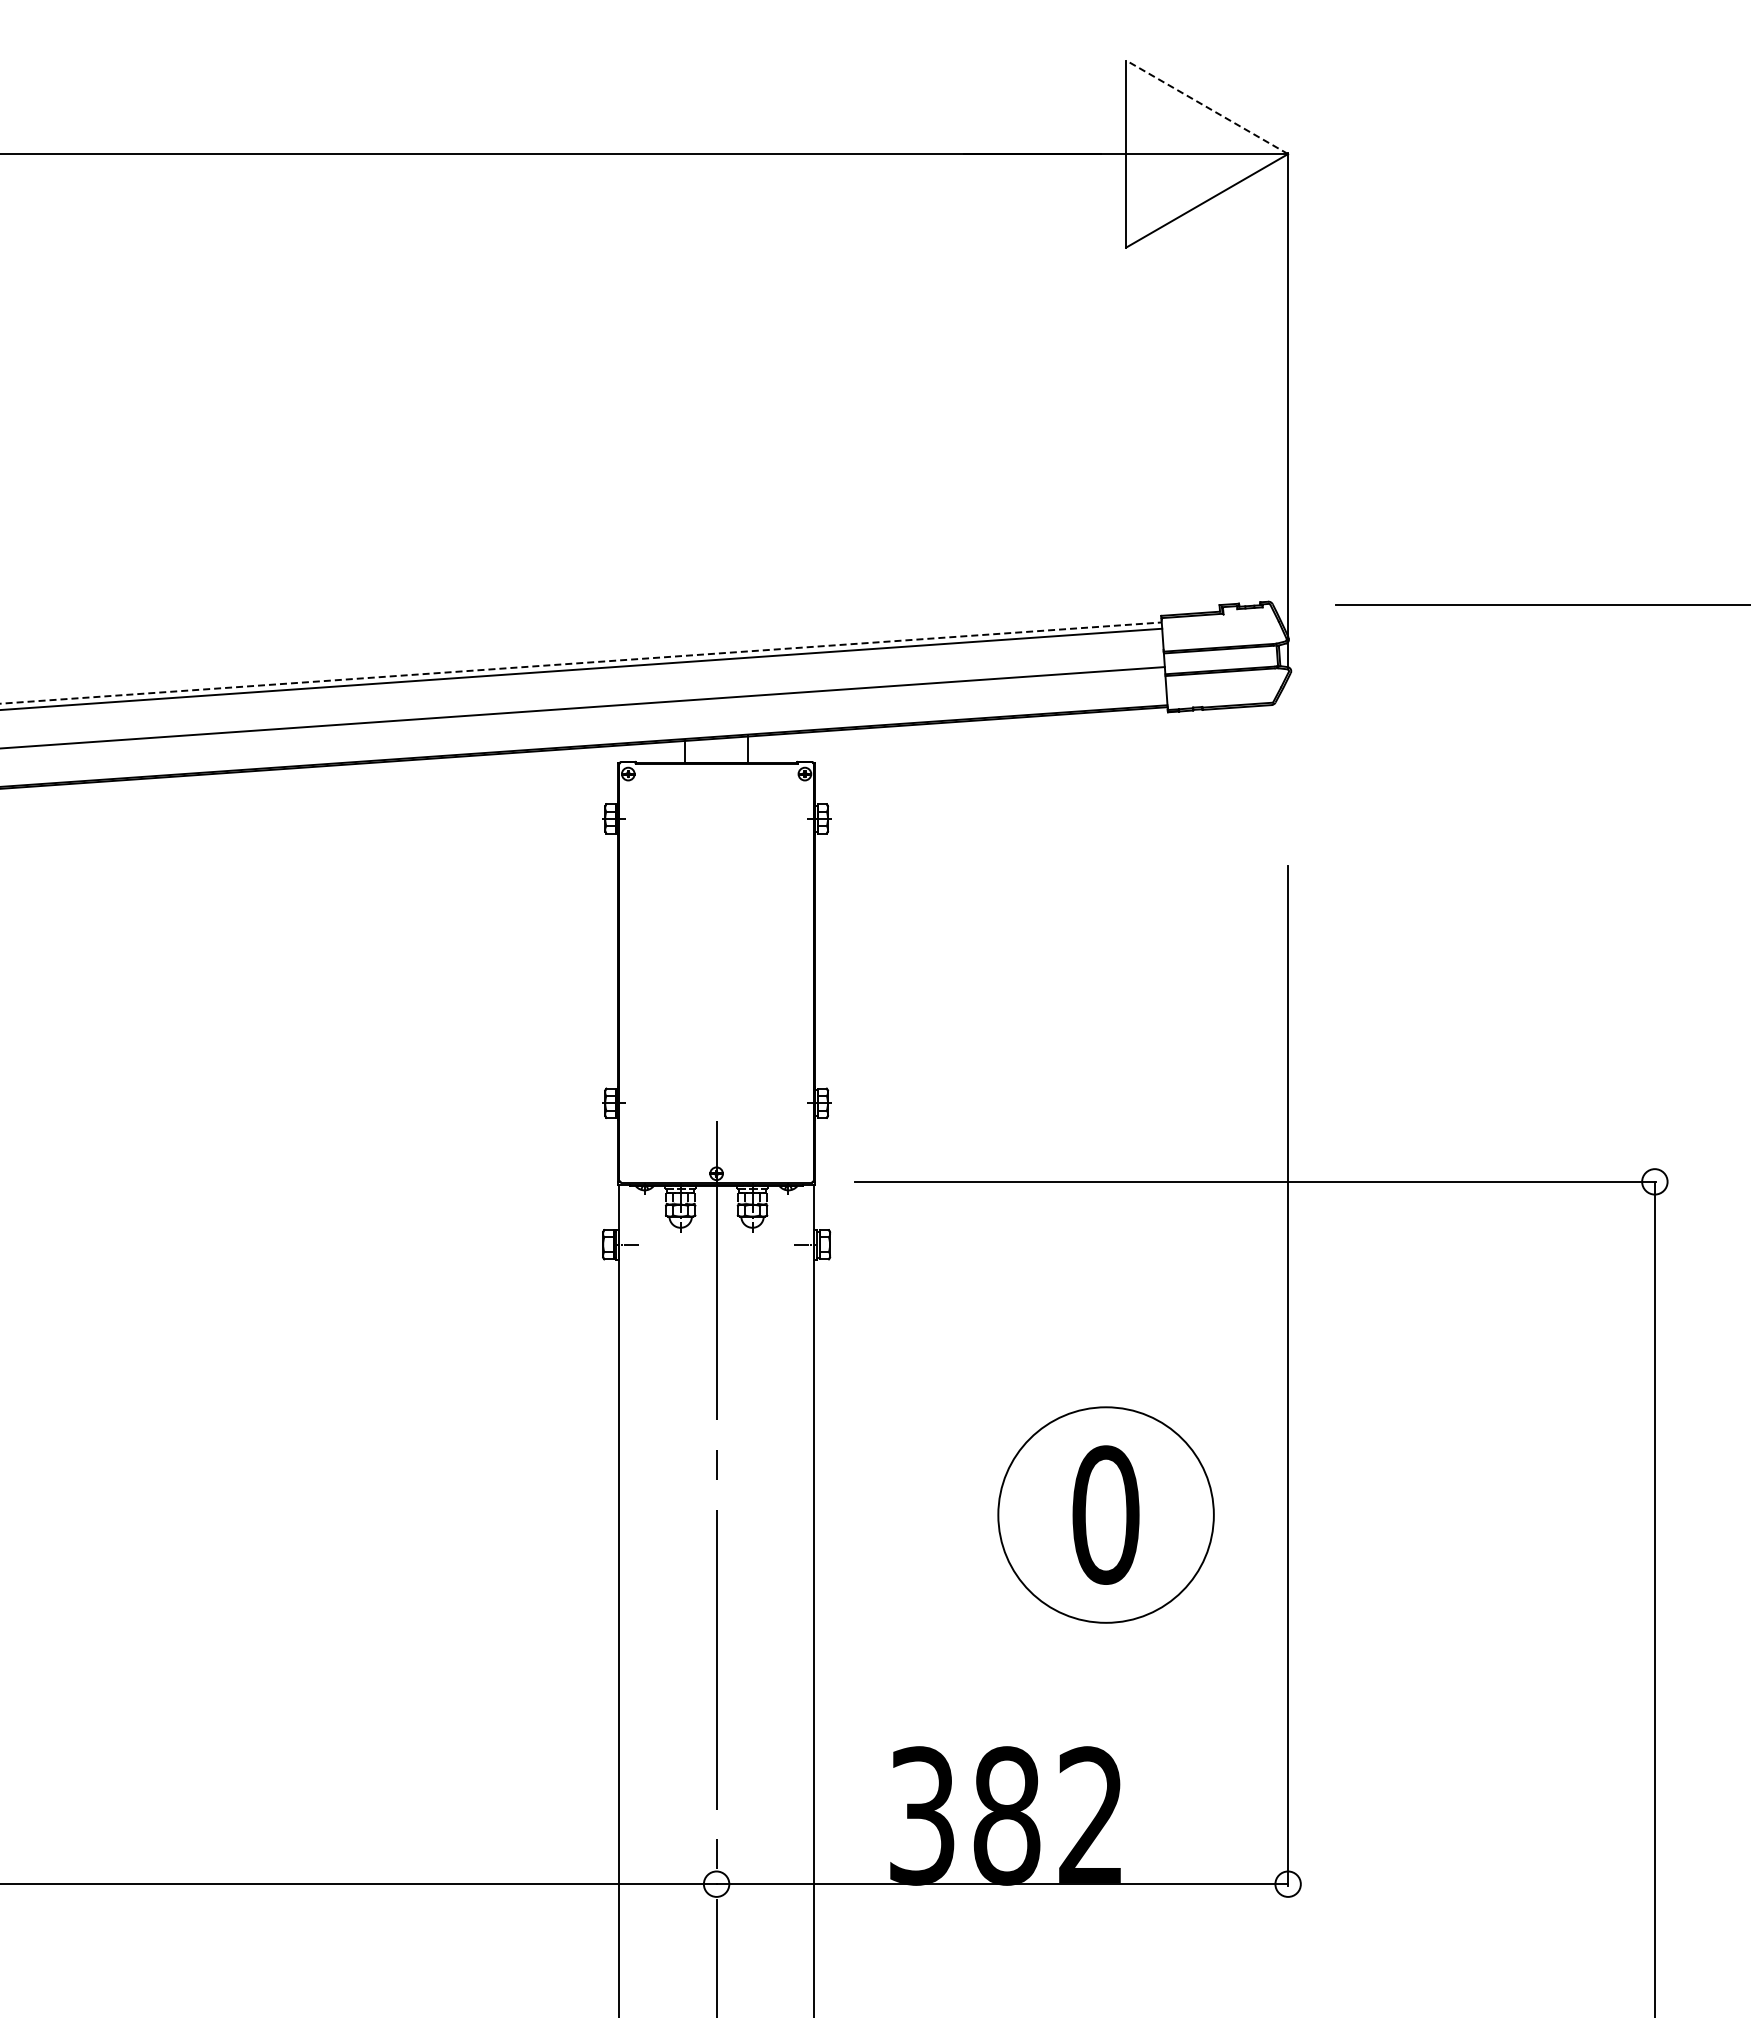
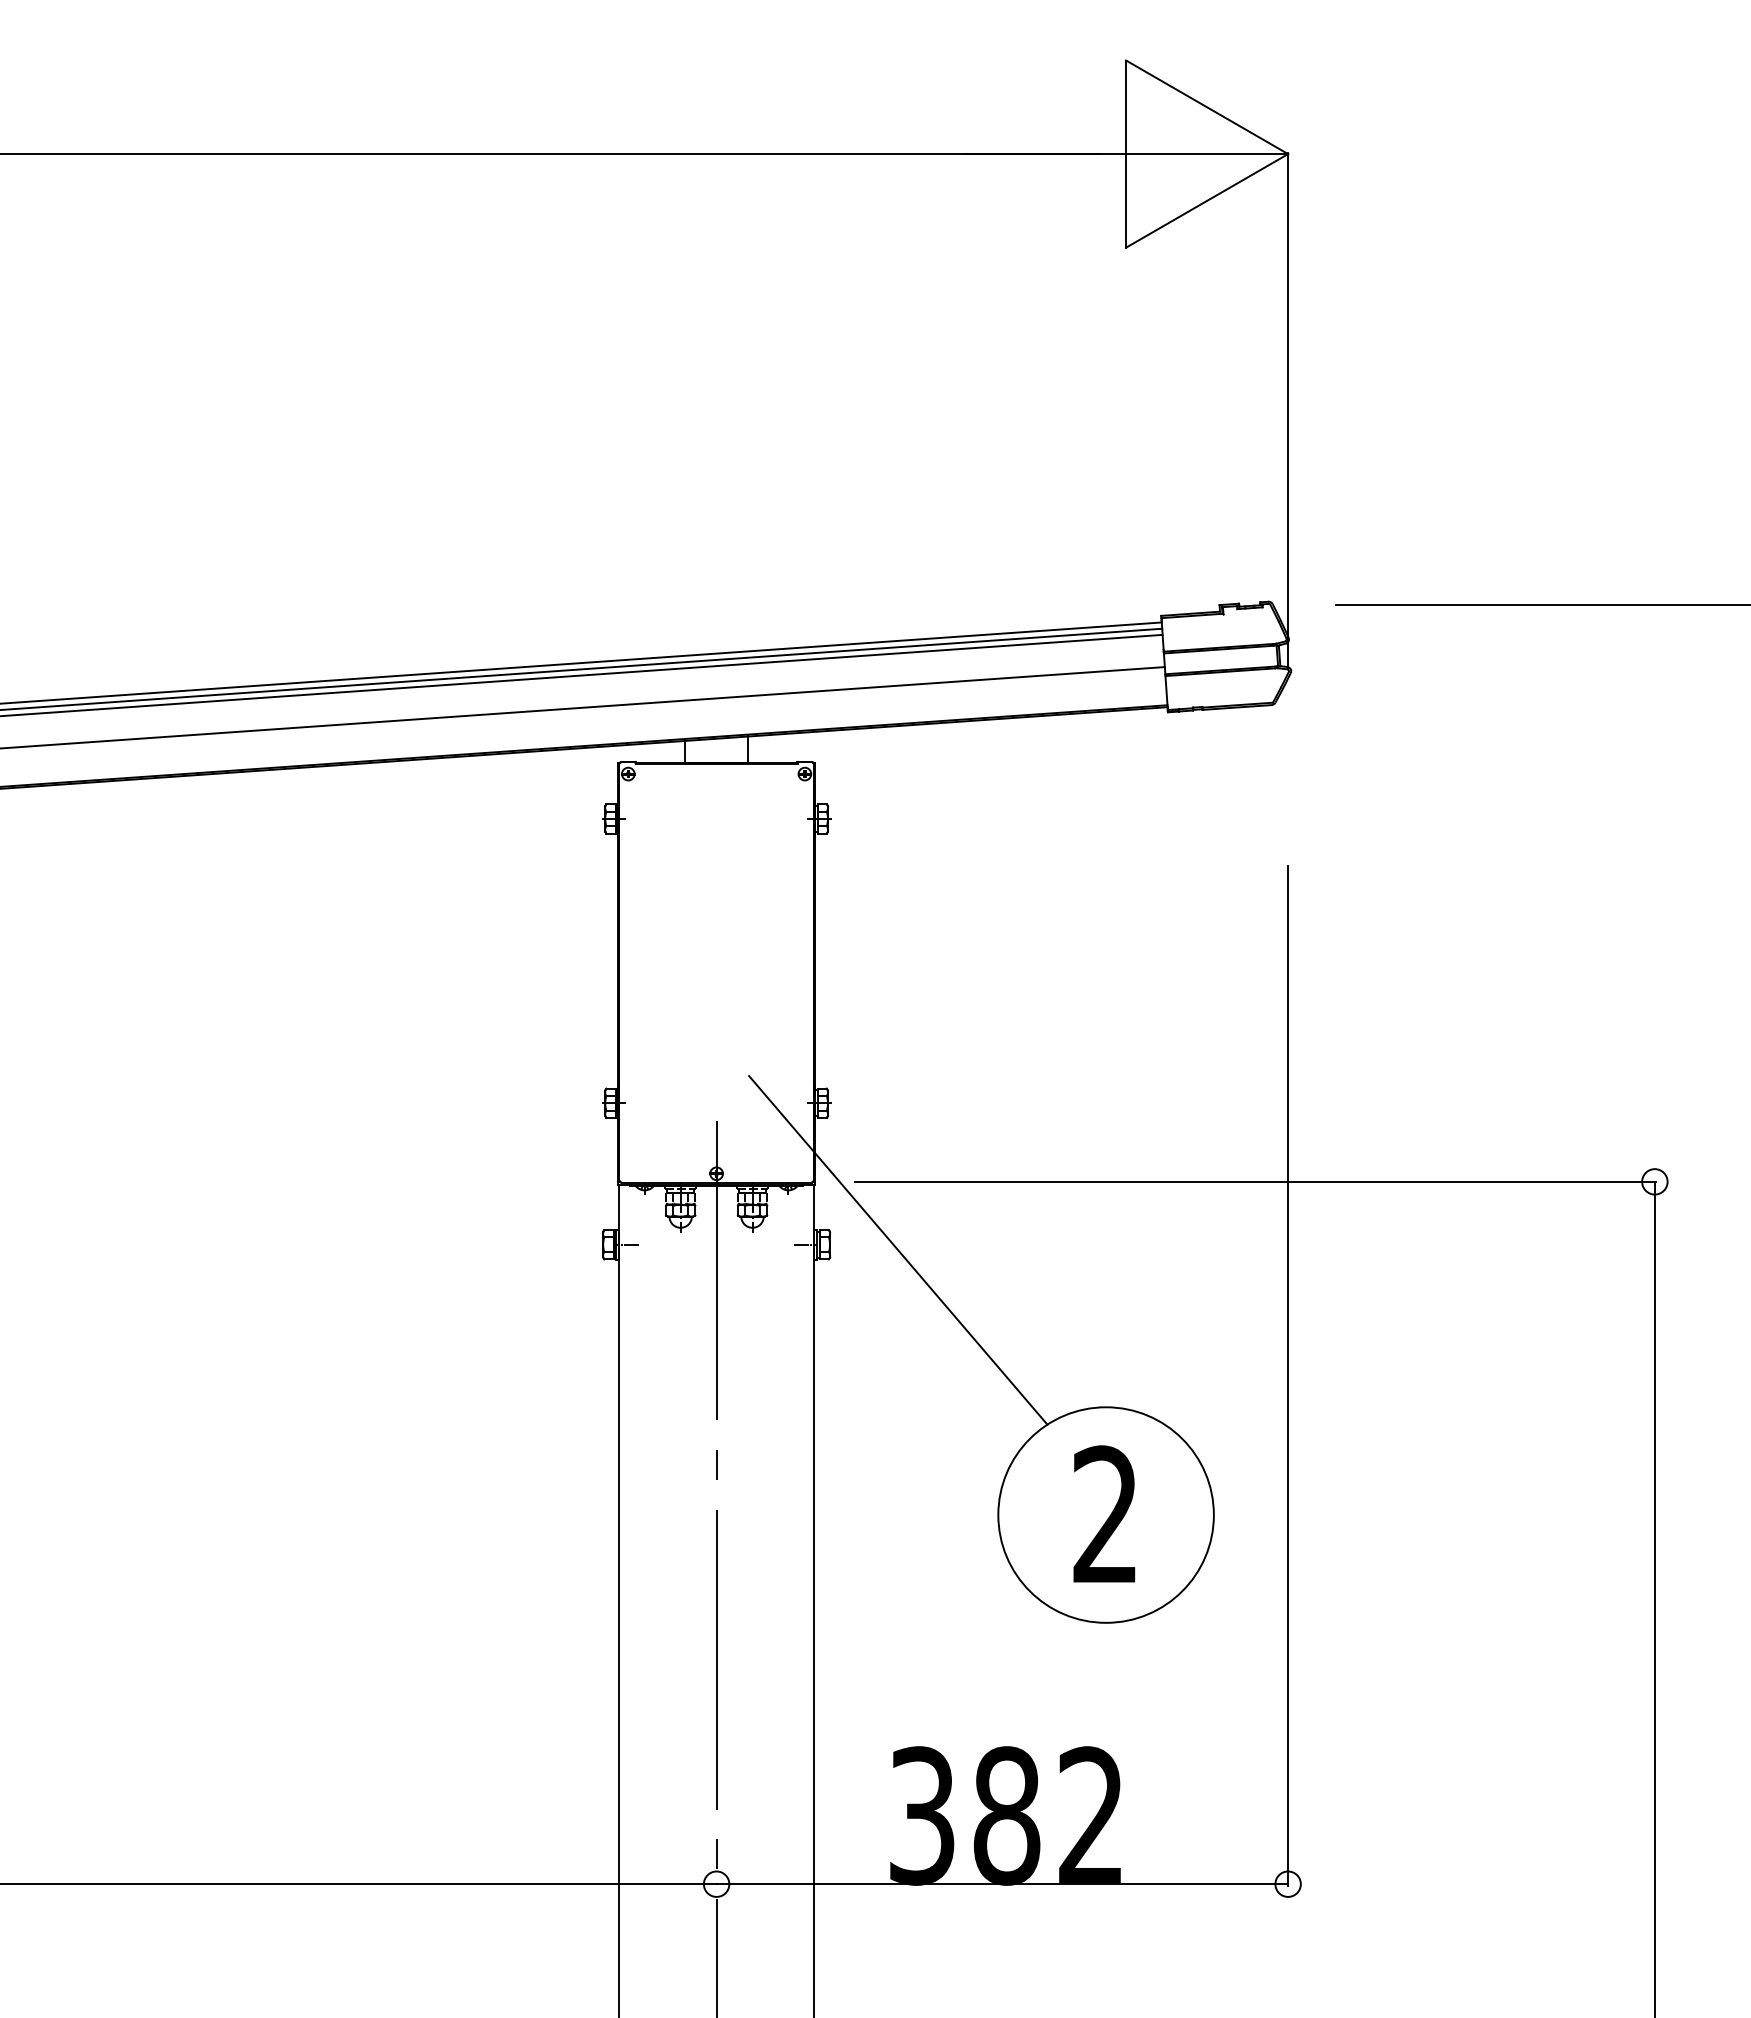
line at (1207, 107): dashed -> solid
line at (581, 663): dashed -> solid
line at (582, 675): none -> present
line at (898, 1250): none -> present
text at (1105, 1514): 0 -> 2
